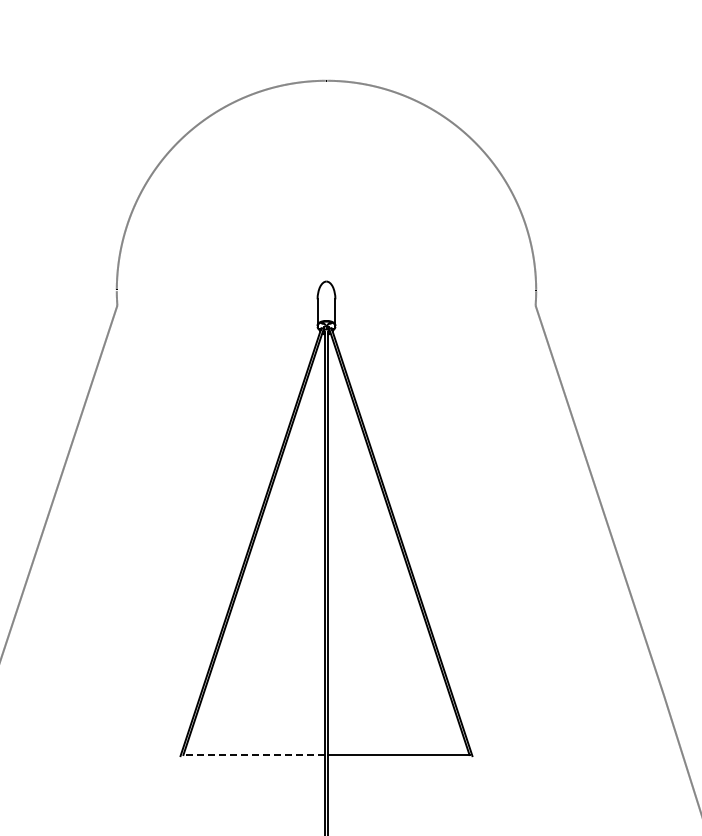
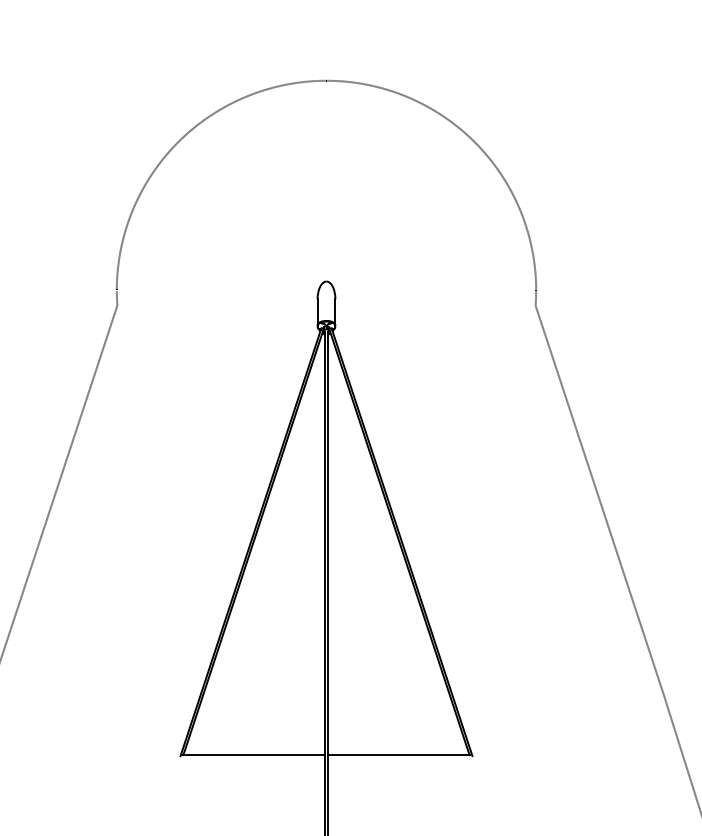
line at (254, 755): dashed -> solid
